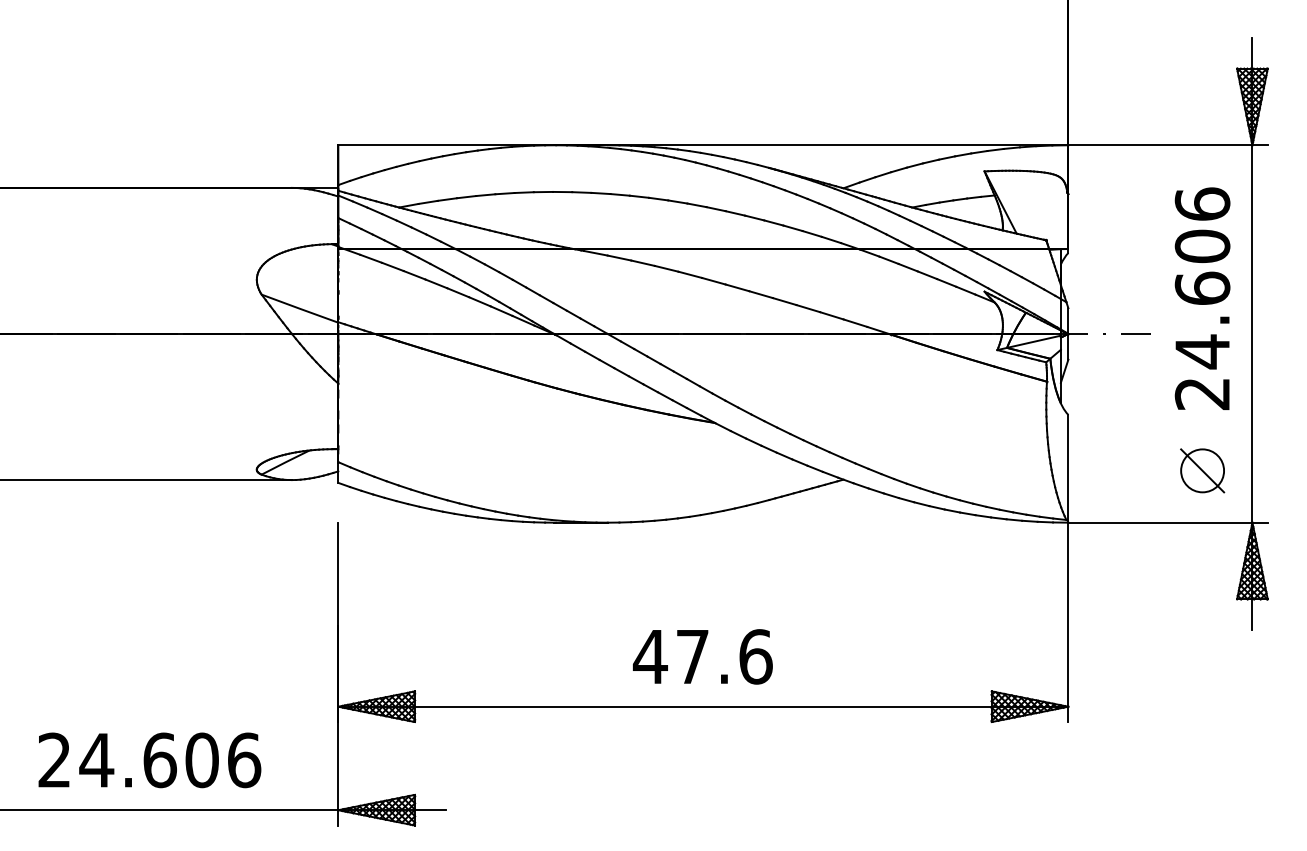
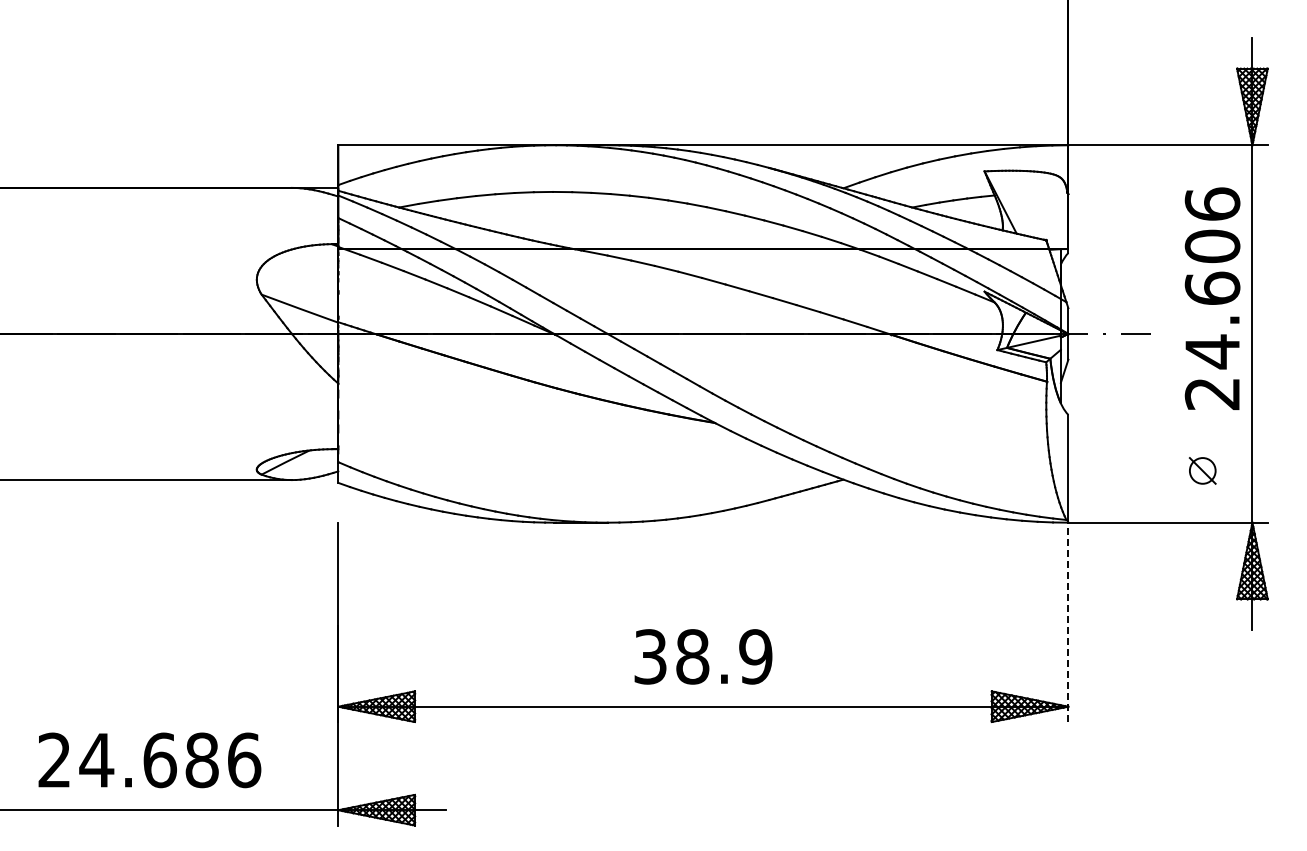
text at (1202, 298) position: (1202, 298) -> (1212, 298)
part at (1202, 470) size: 46x46 px -> 29x28 px
line at (1068, 622): solid -> dashed
text at (702, 656): 47.6 -> 38.9
text at (201, 759): 24.606 -> 24.686
